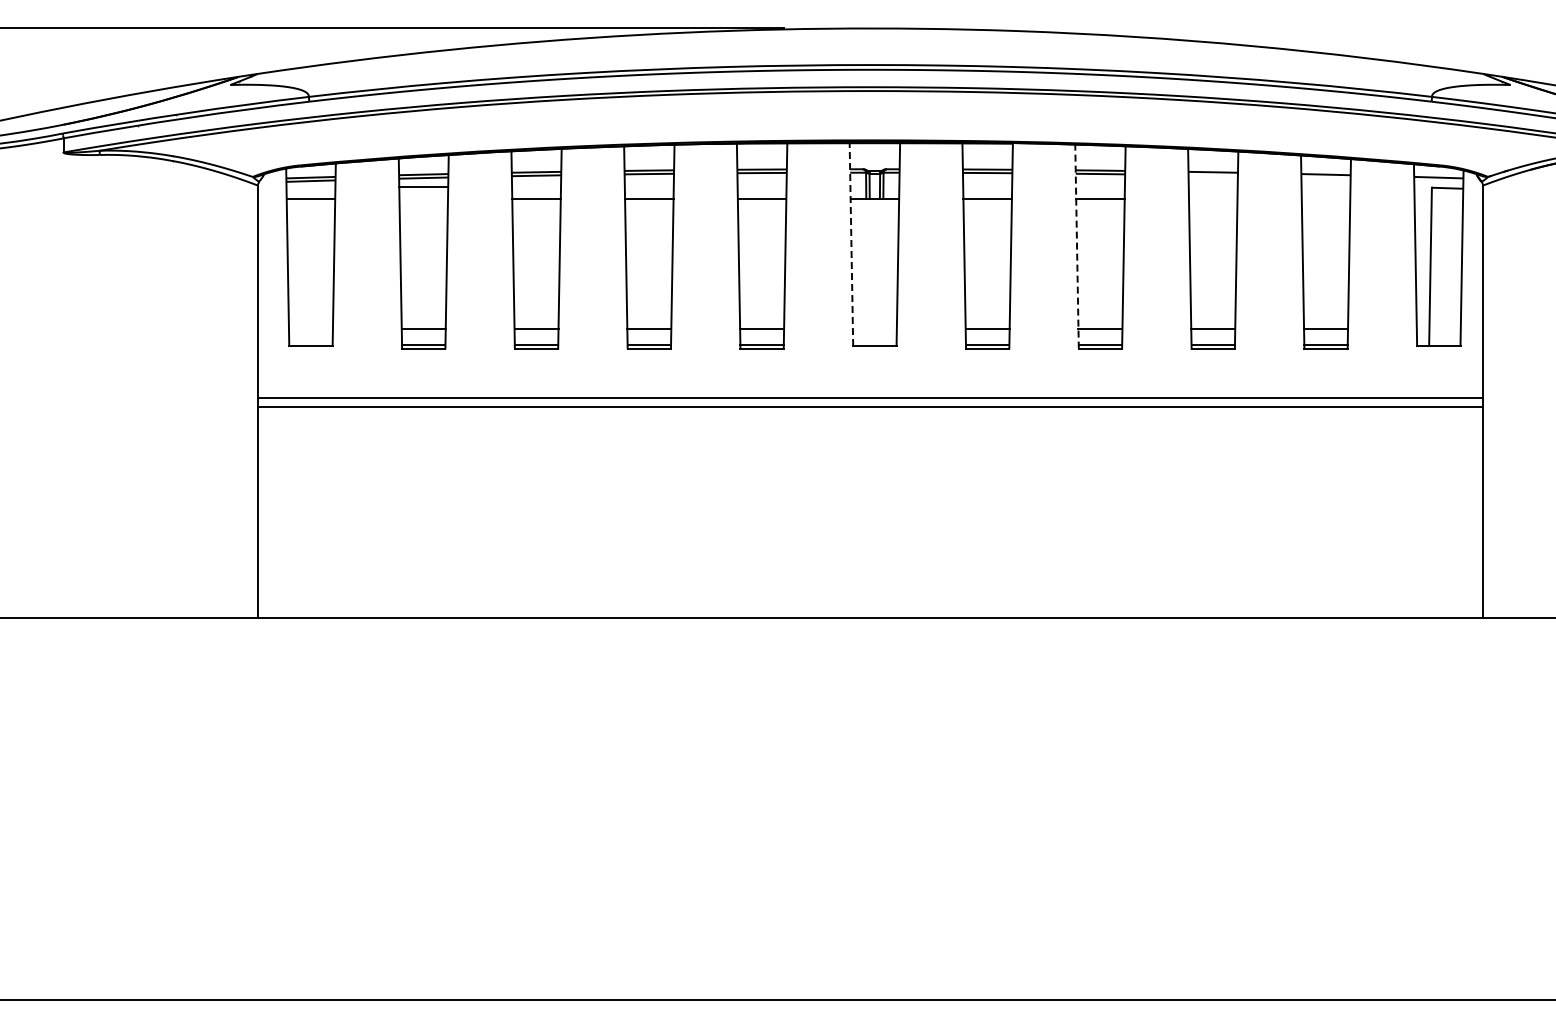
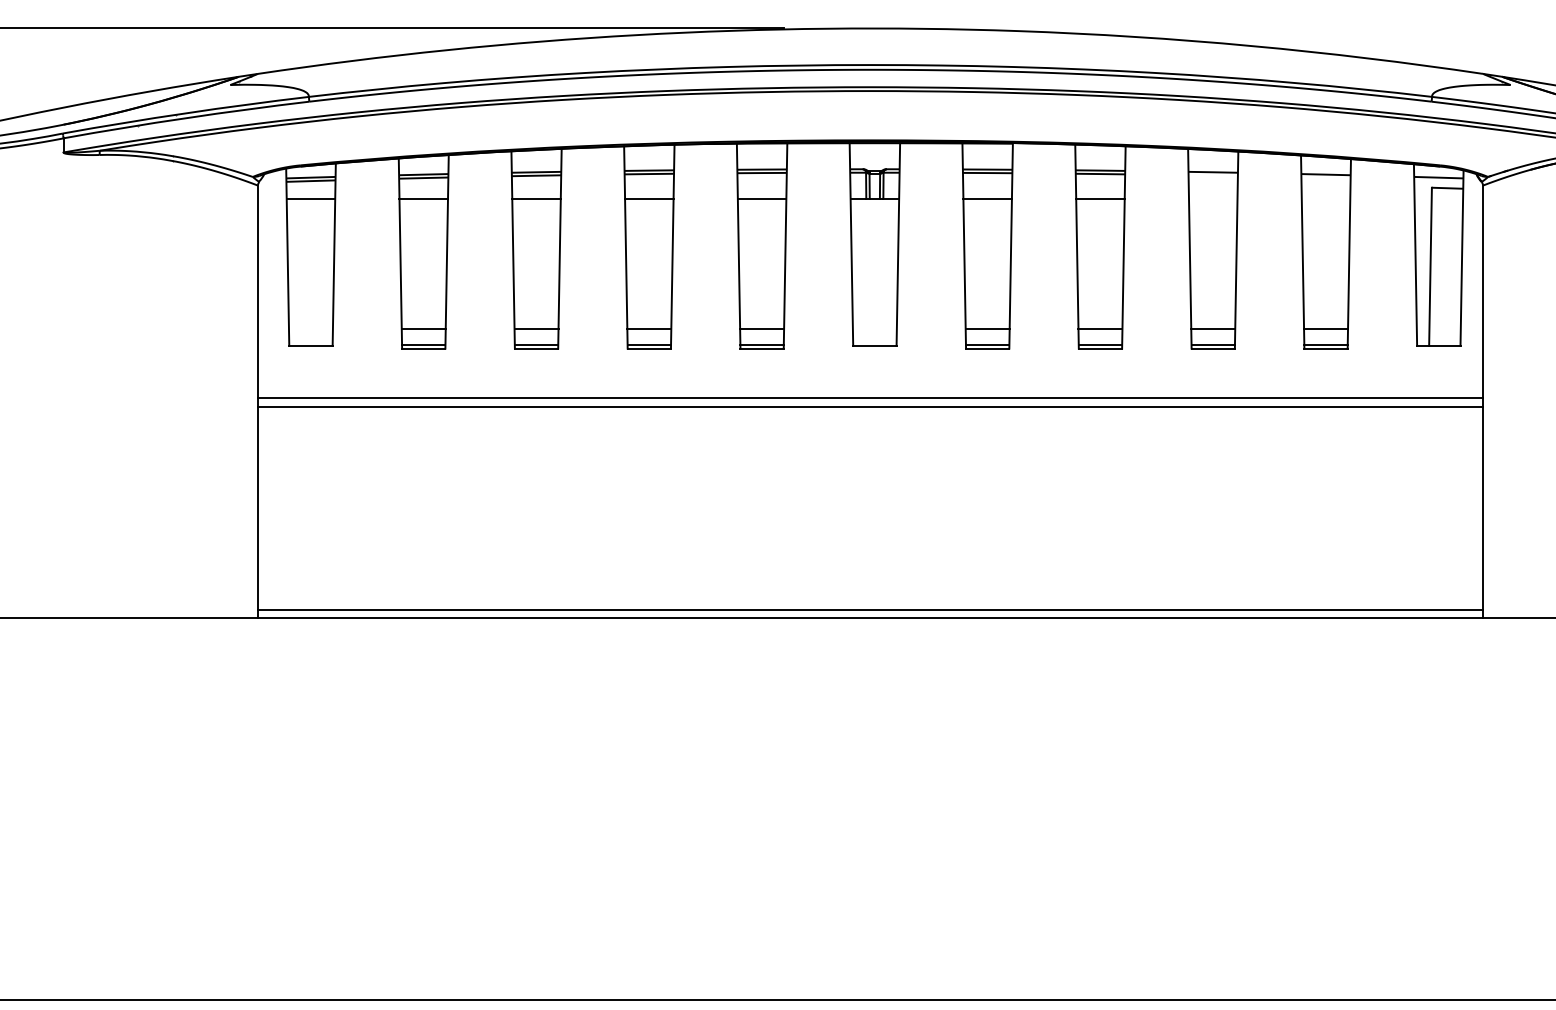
line at (423, 186) position: (423, 186) -> (423, 198)
line at (851, 244): dashed -> solid
line at (1077, 246): dashed -> solid
line at (870, 609): none -> present
